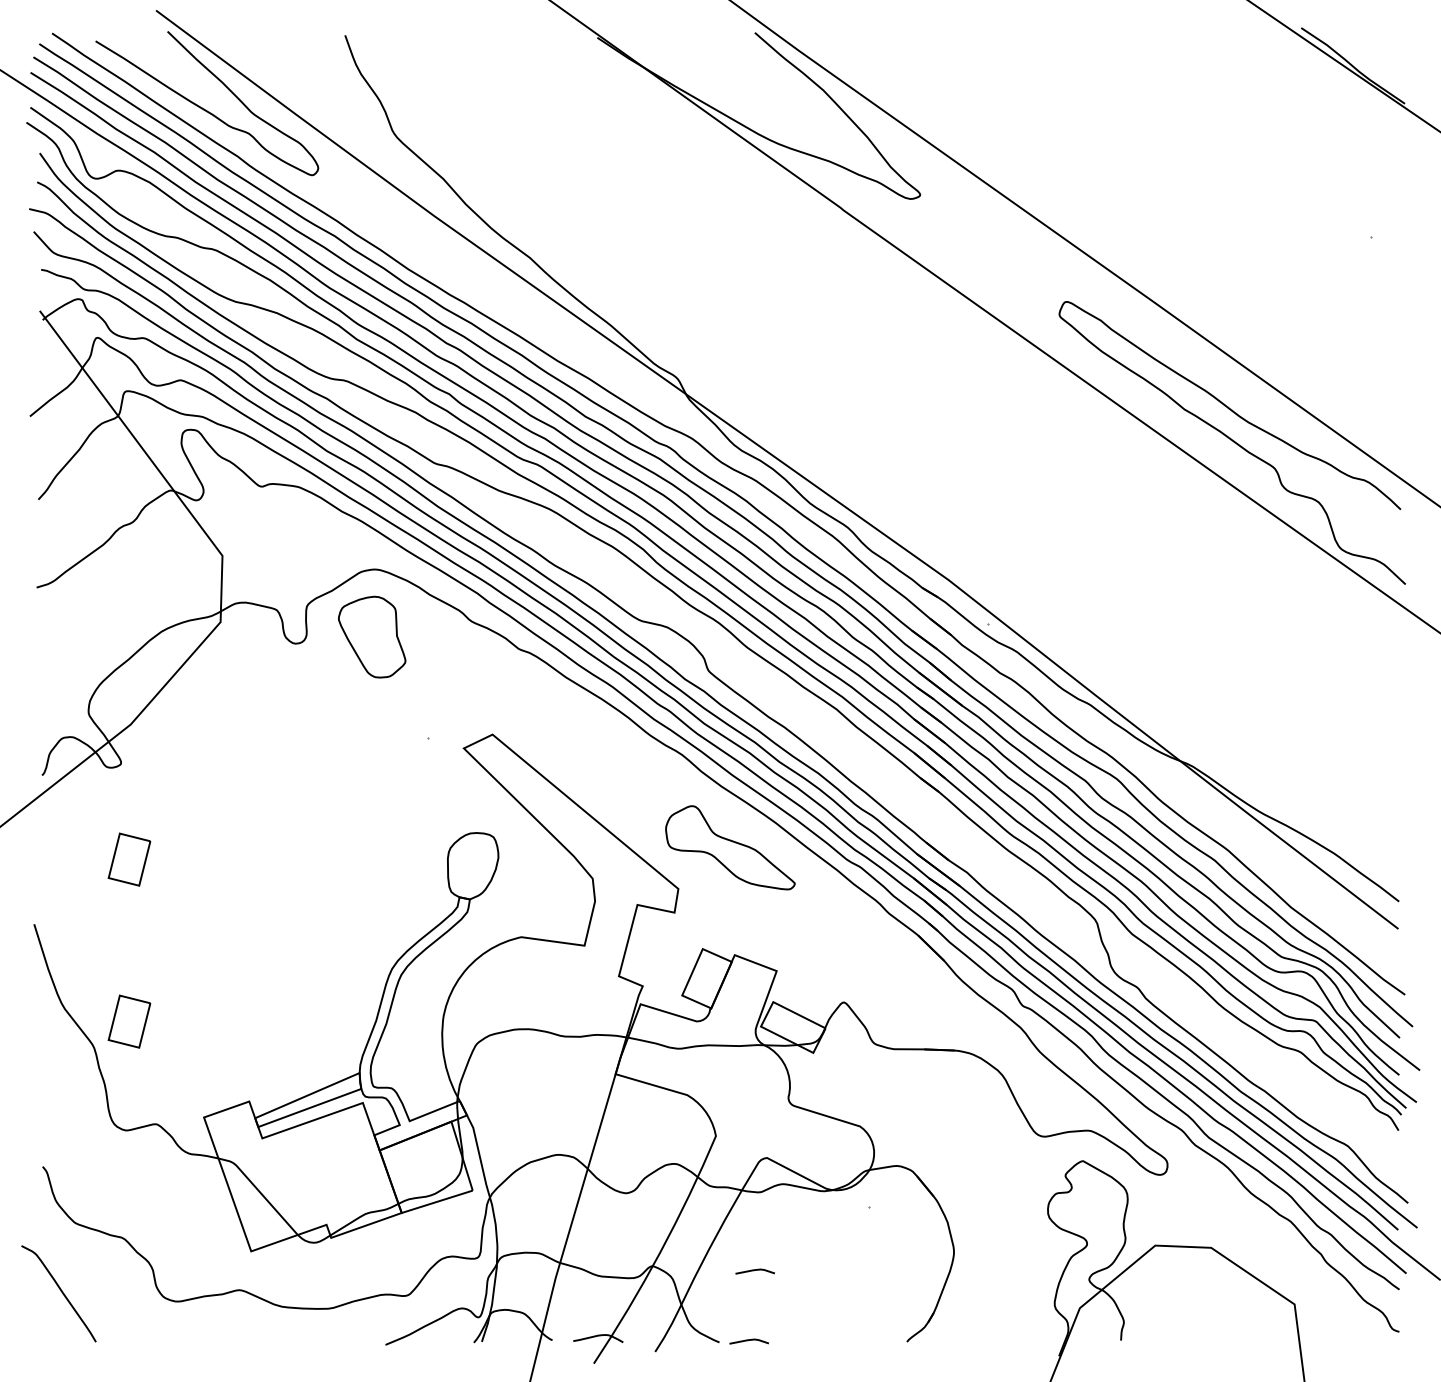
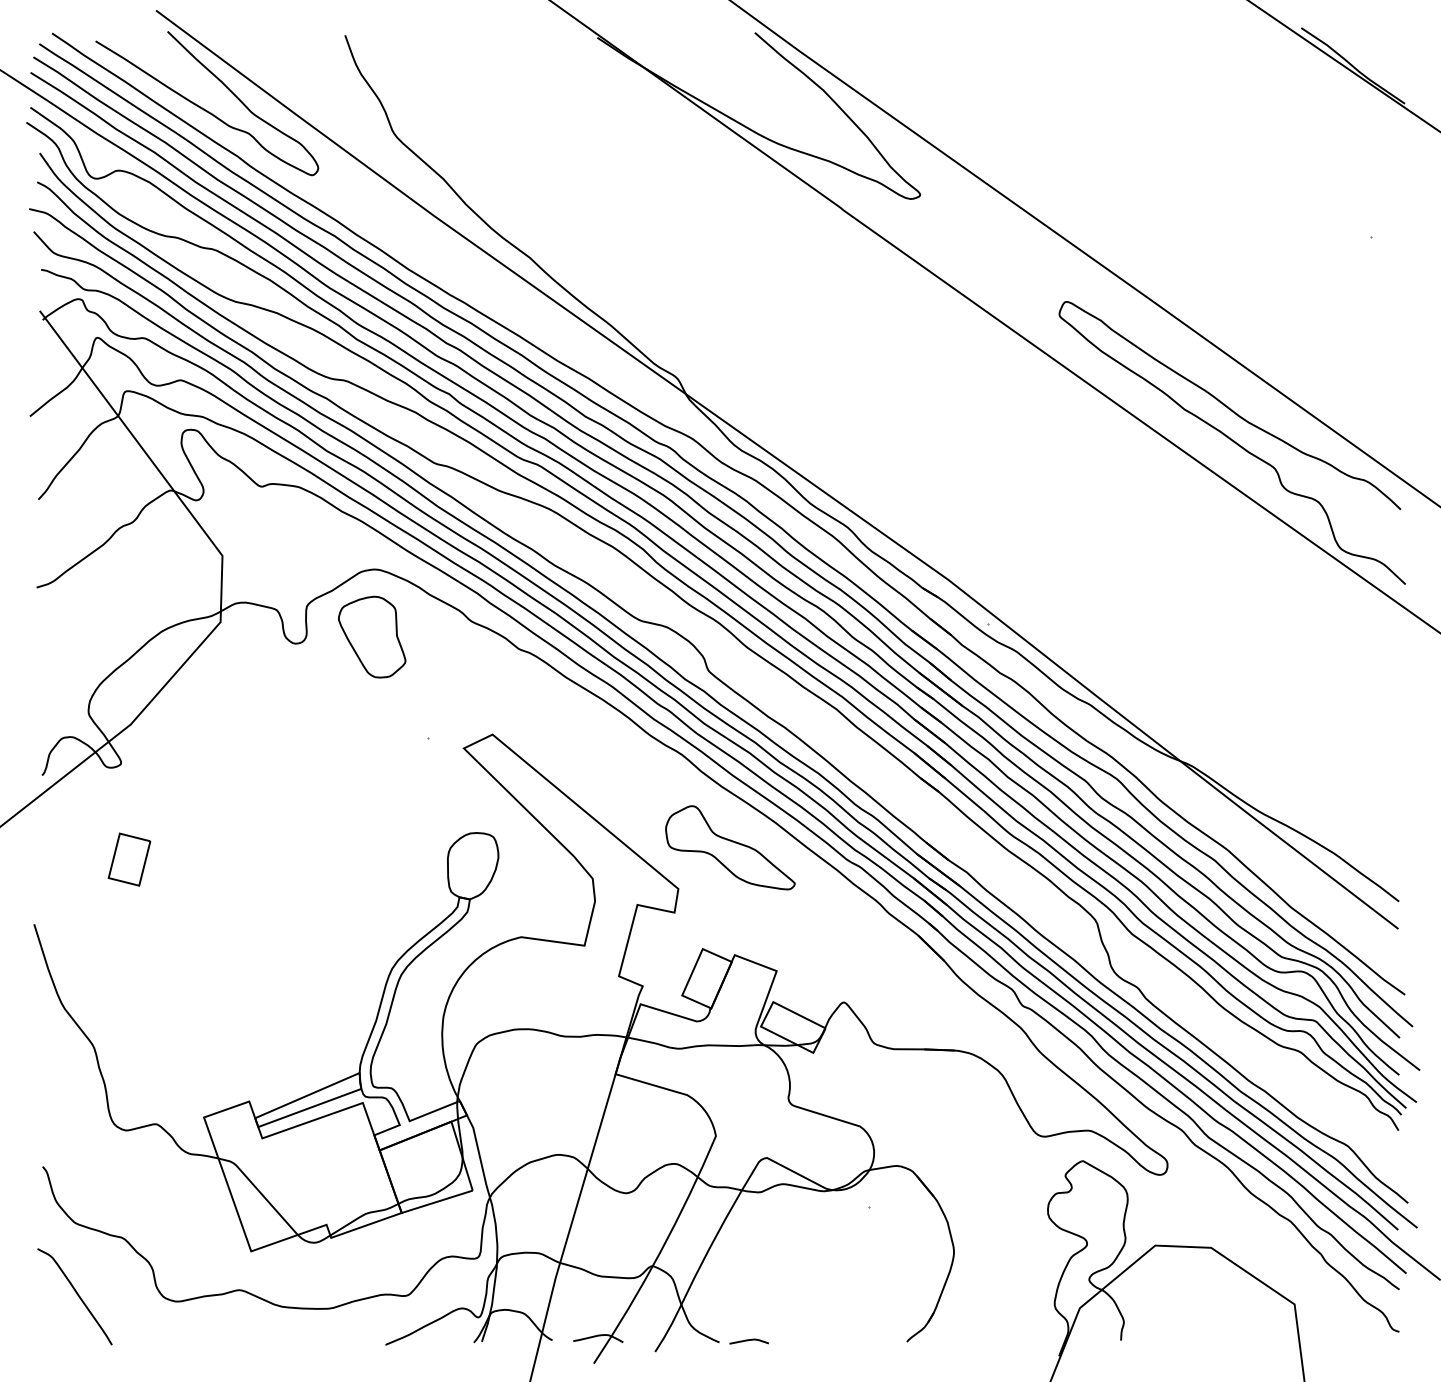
part at (129, 1021): present -> none
line at (754, 1271): present -> none
curve at (60, 1291) position: (60, 1291) -> (76, 1294)
